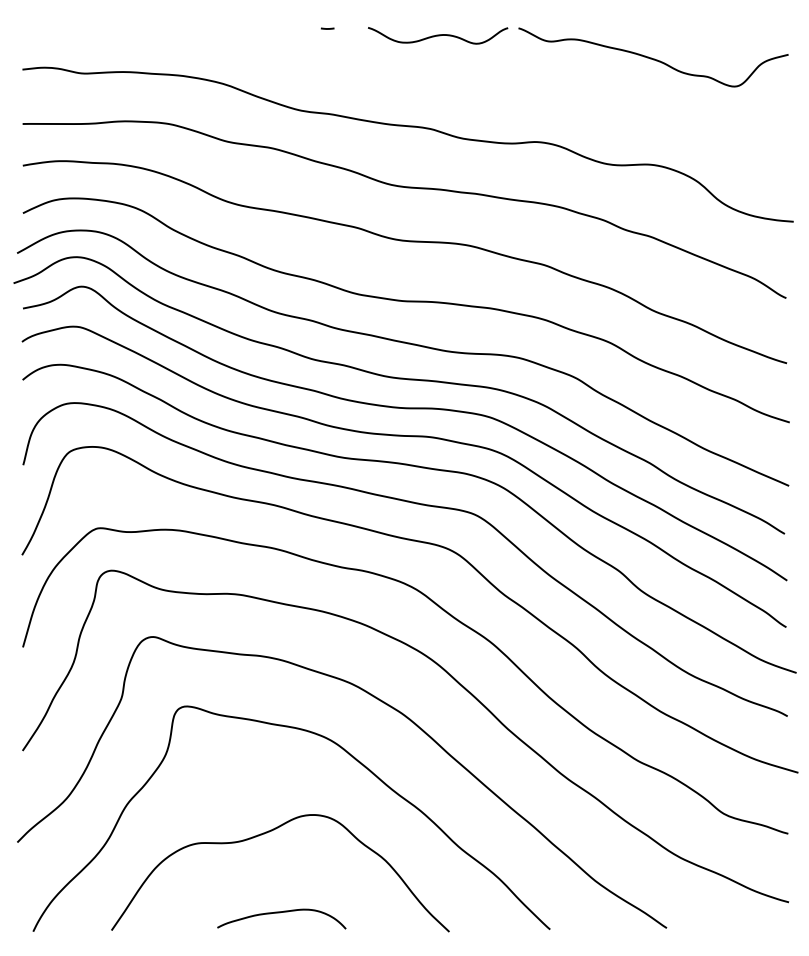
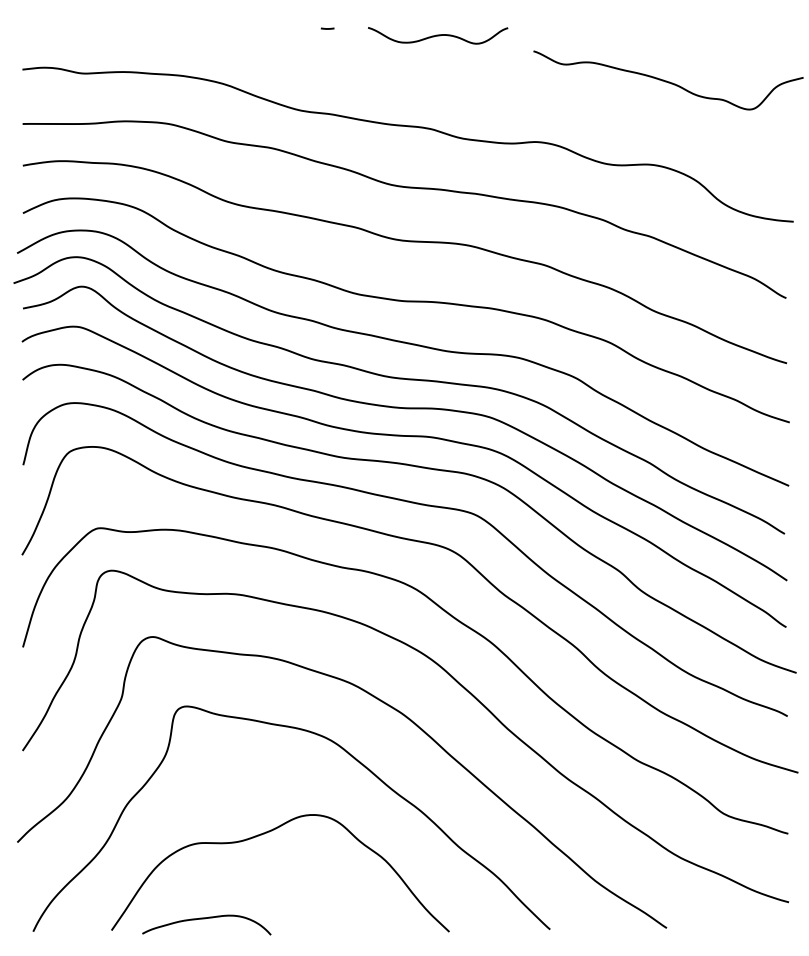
curve at (653, 58) position: (653, 58) -> (668, 81)
curve at (280, 913) position: (280, 913) -> (205, 919)
